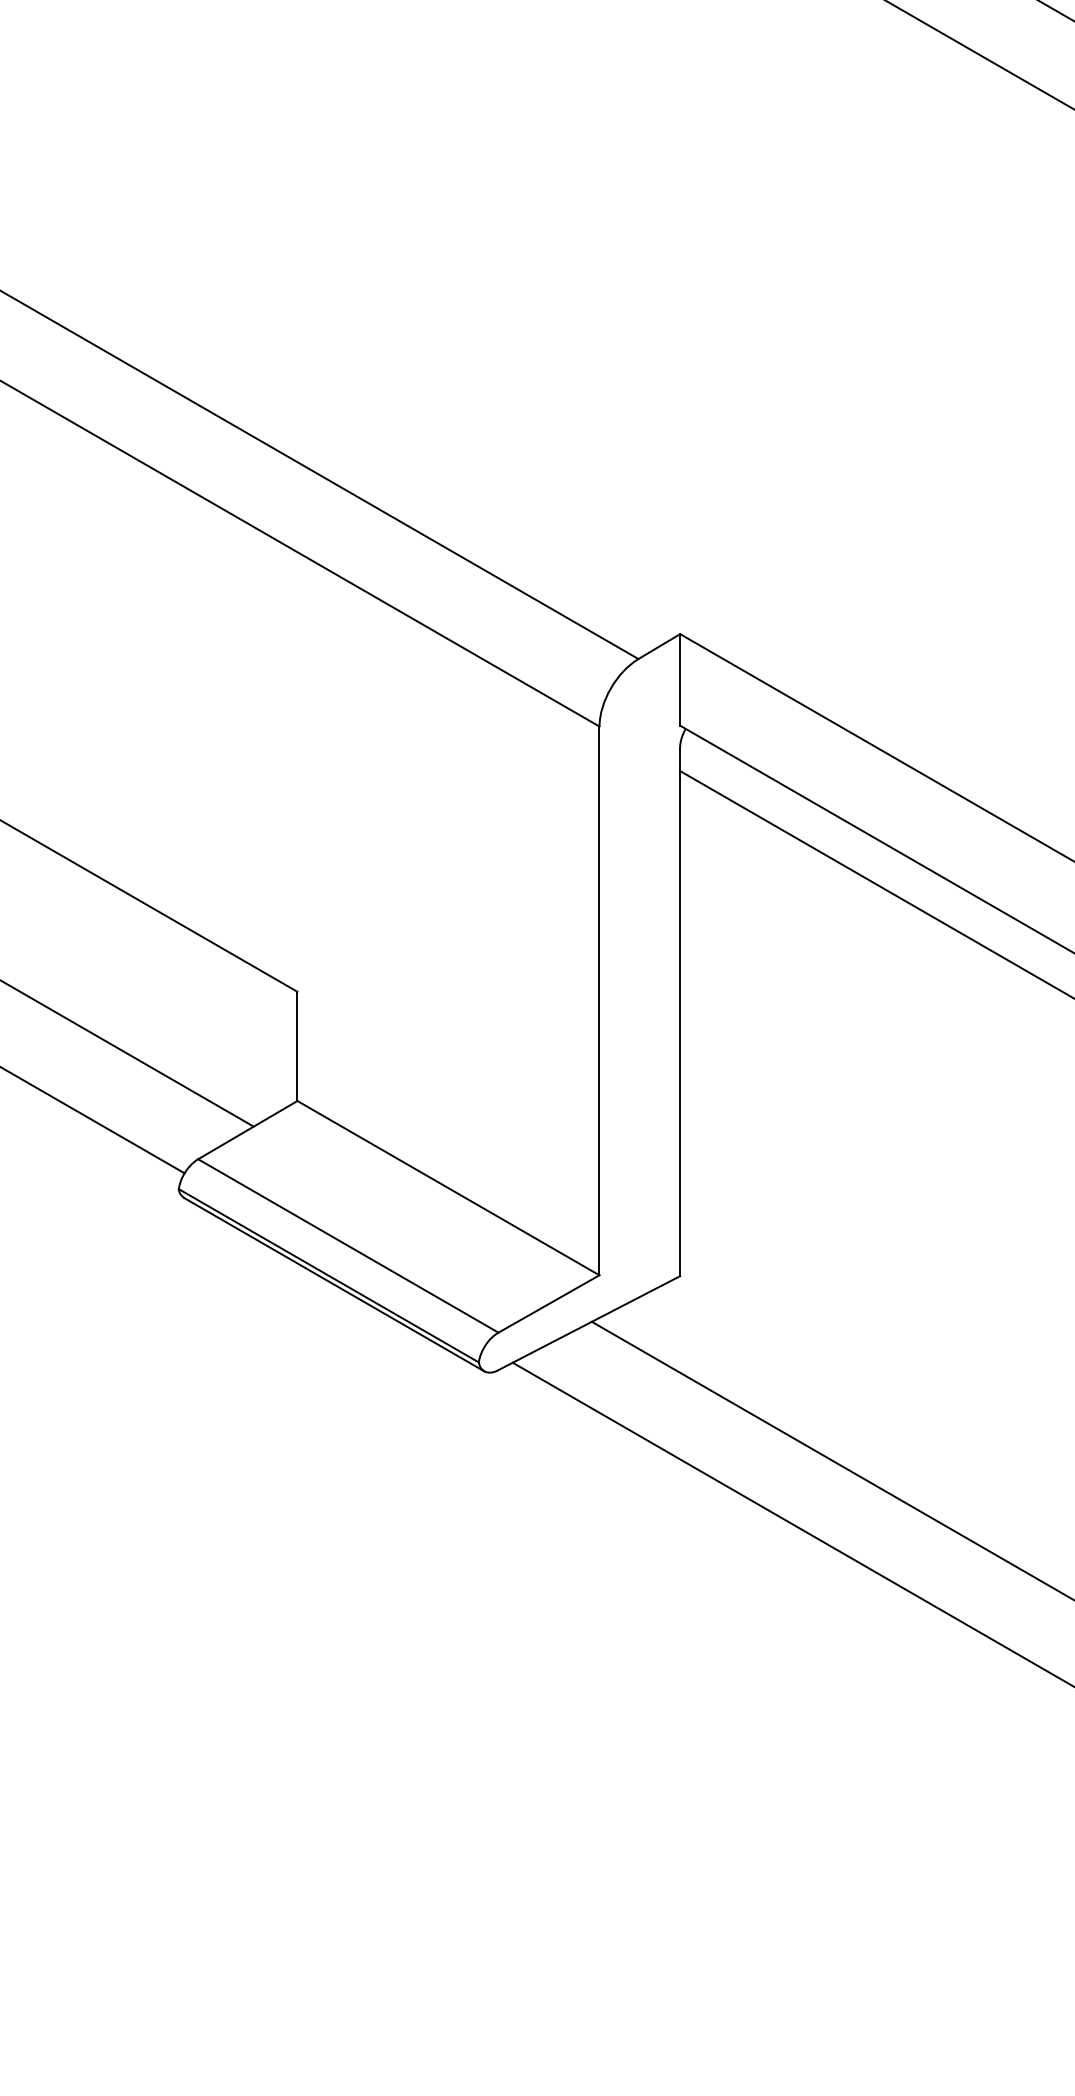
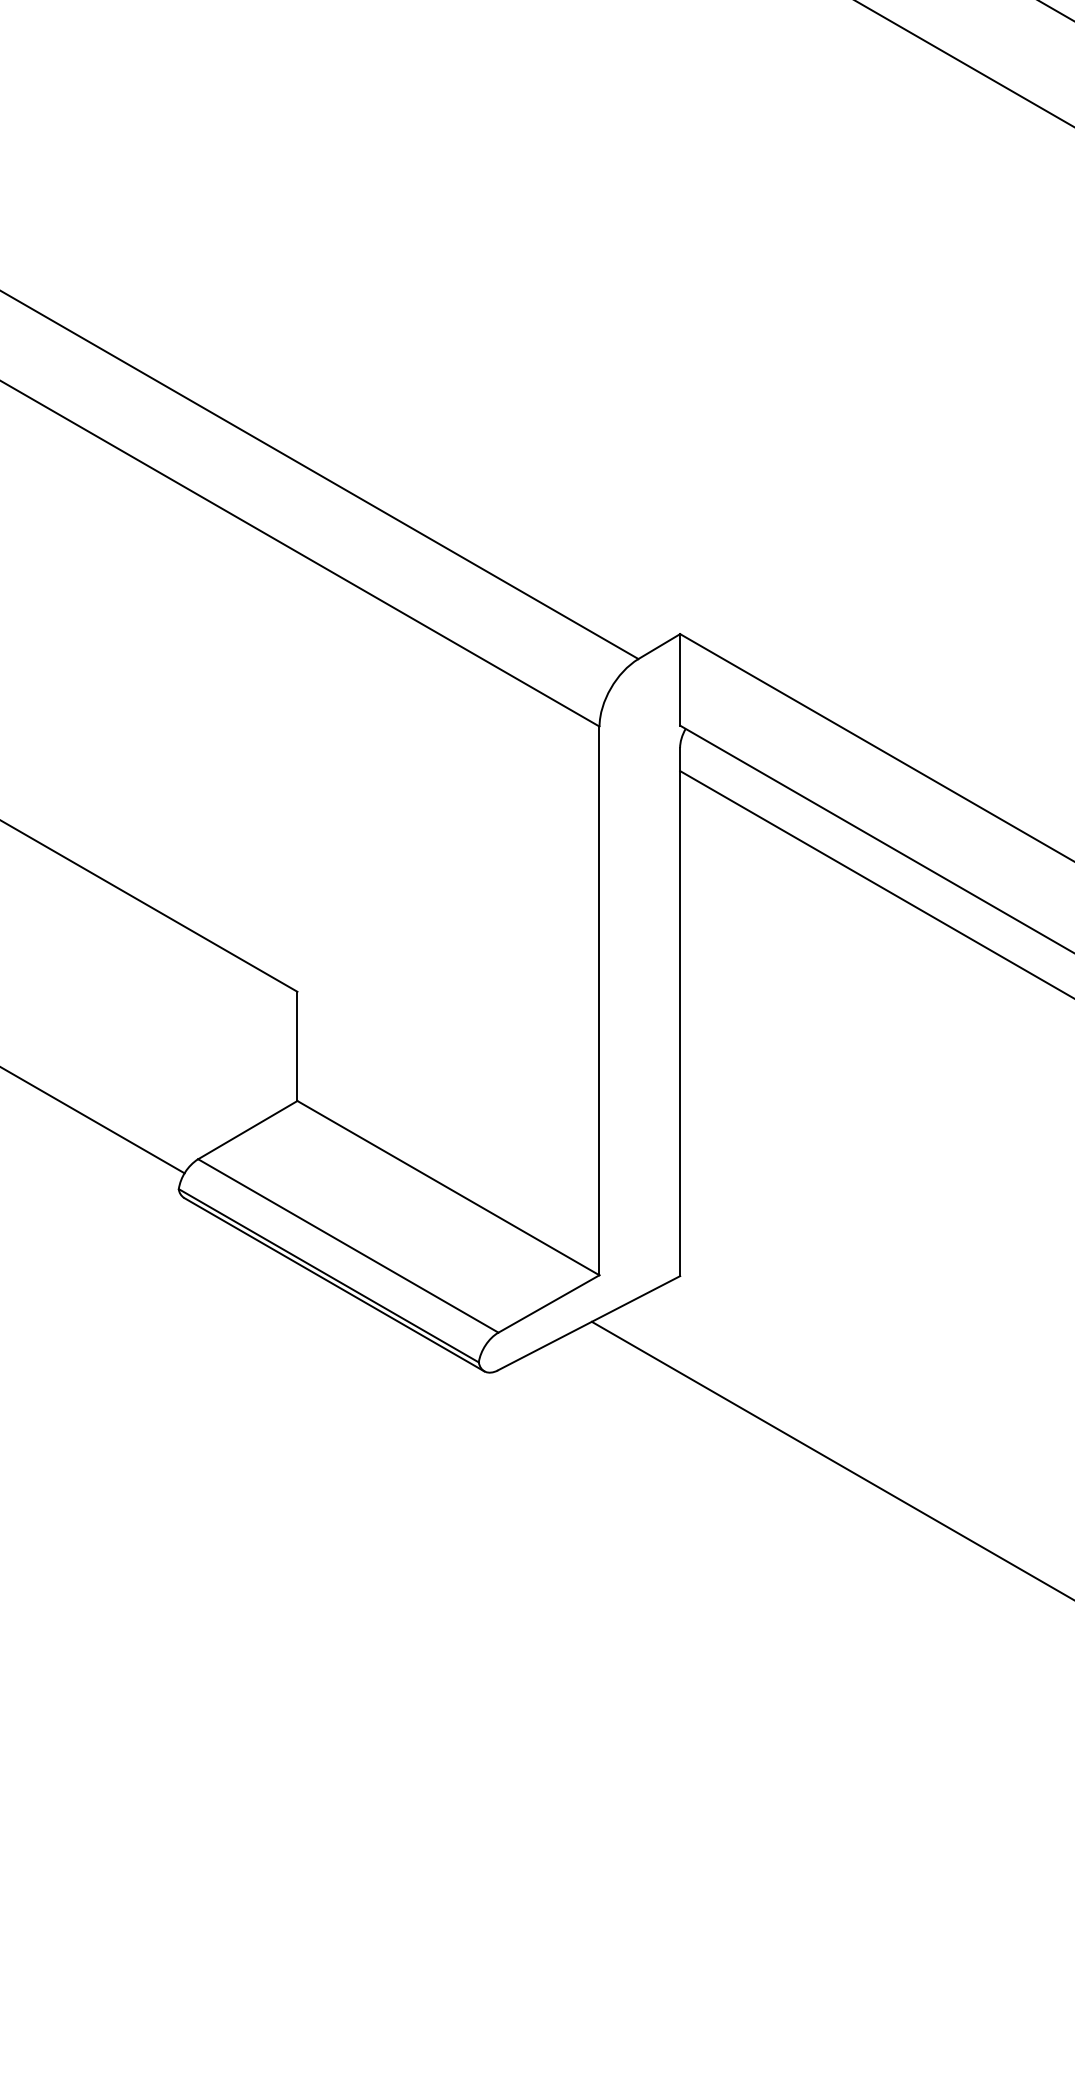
line at (979, 54) position: (979, 54) -> (964, 63)
line at (127, 1053): present -> none
line at (791, 1523): present -> none
